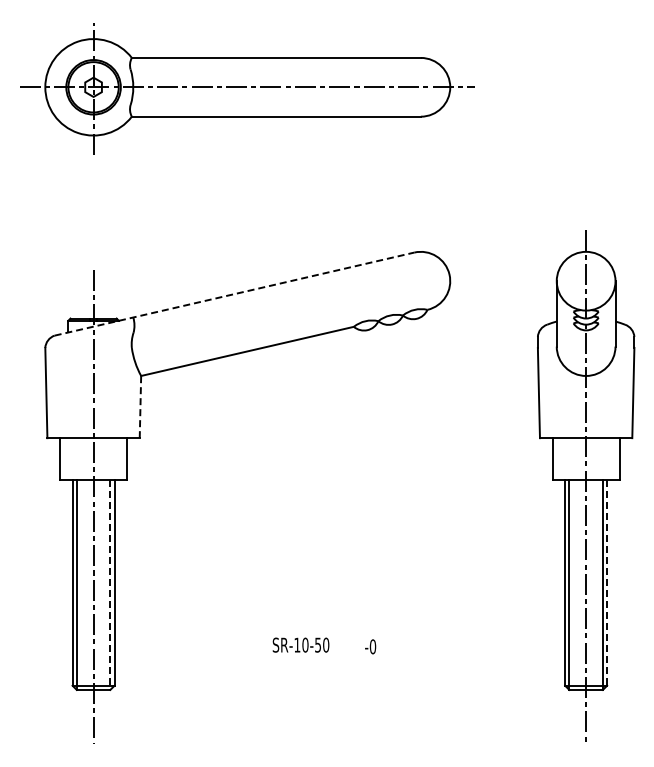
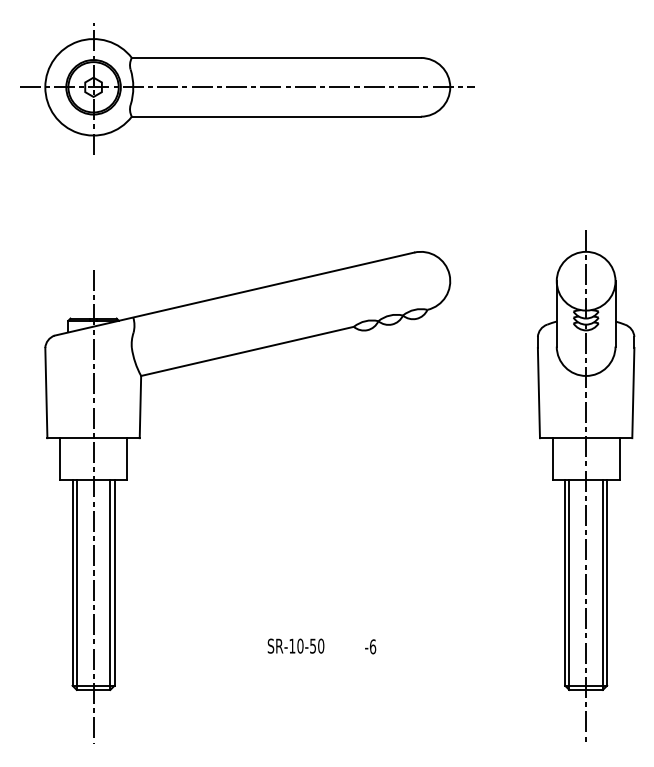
line at (234, 294): dashed -> solid
line at (140, 406): dashed -> solid
line at (607, 582): dashed -> solid
line at (110, 585): dashed -> solid
text at (300, 644) position: (300, 644) -> (295, 645)
text at (373, 646): -0 -> -6
